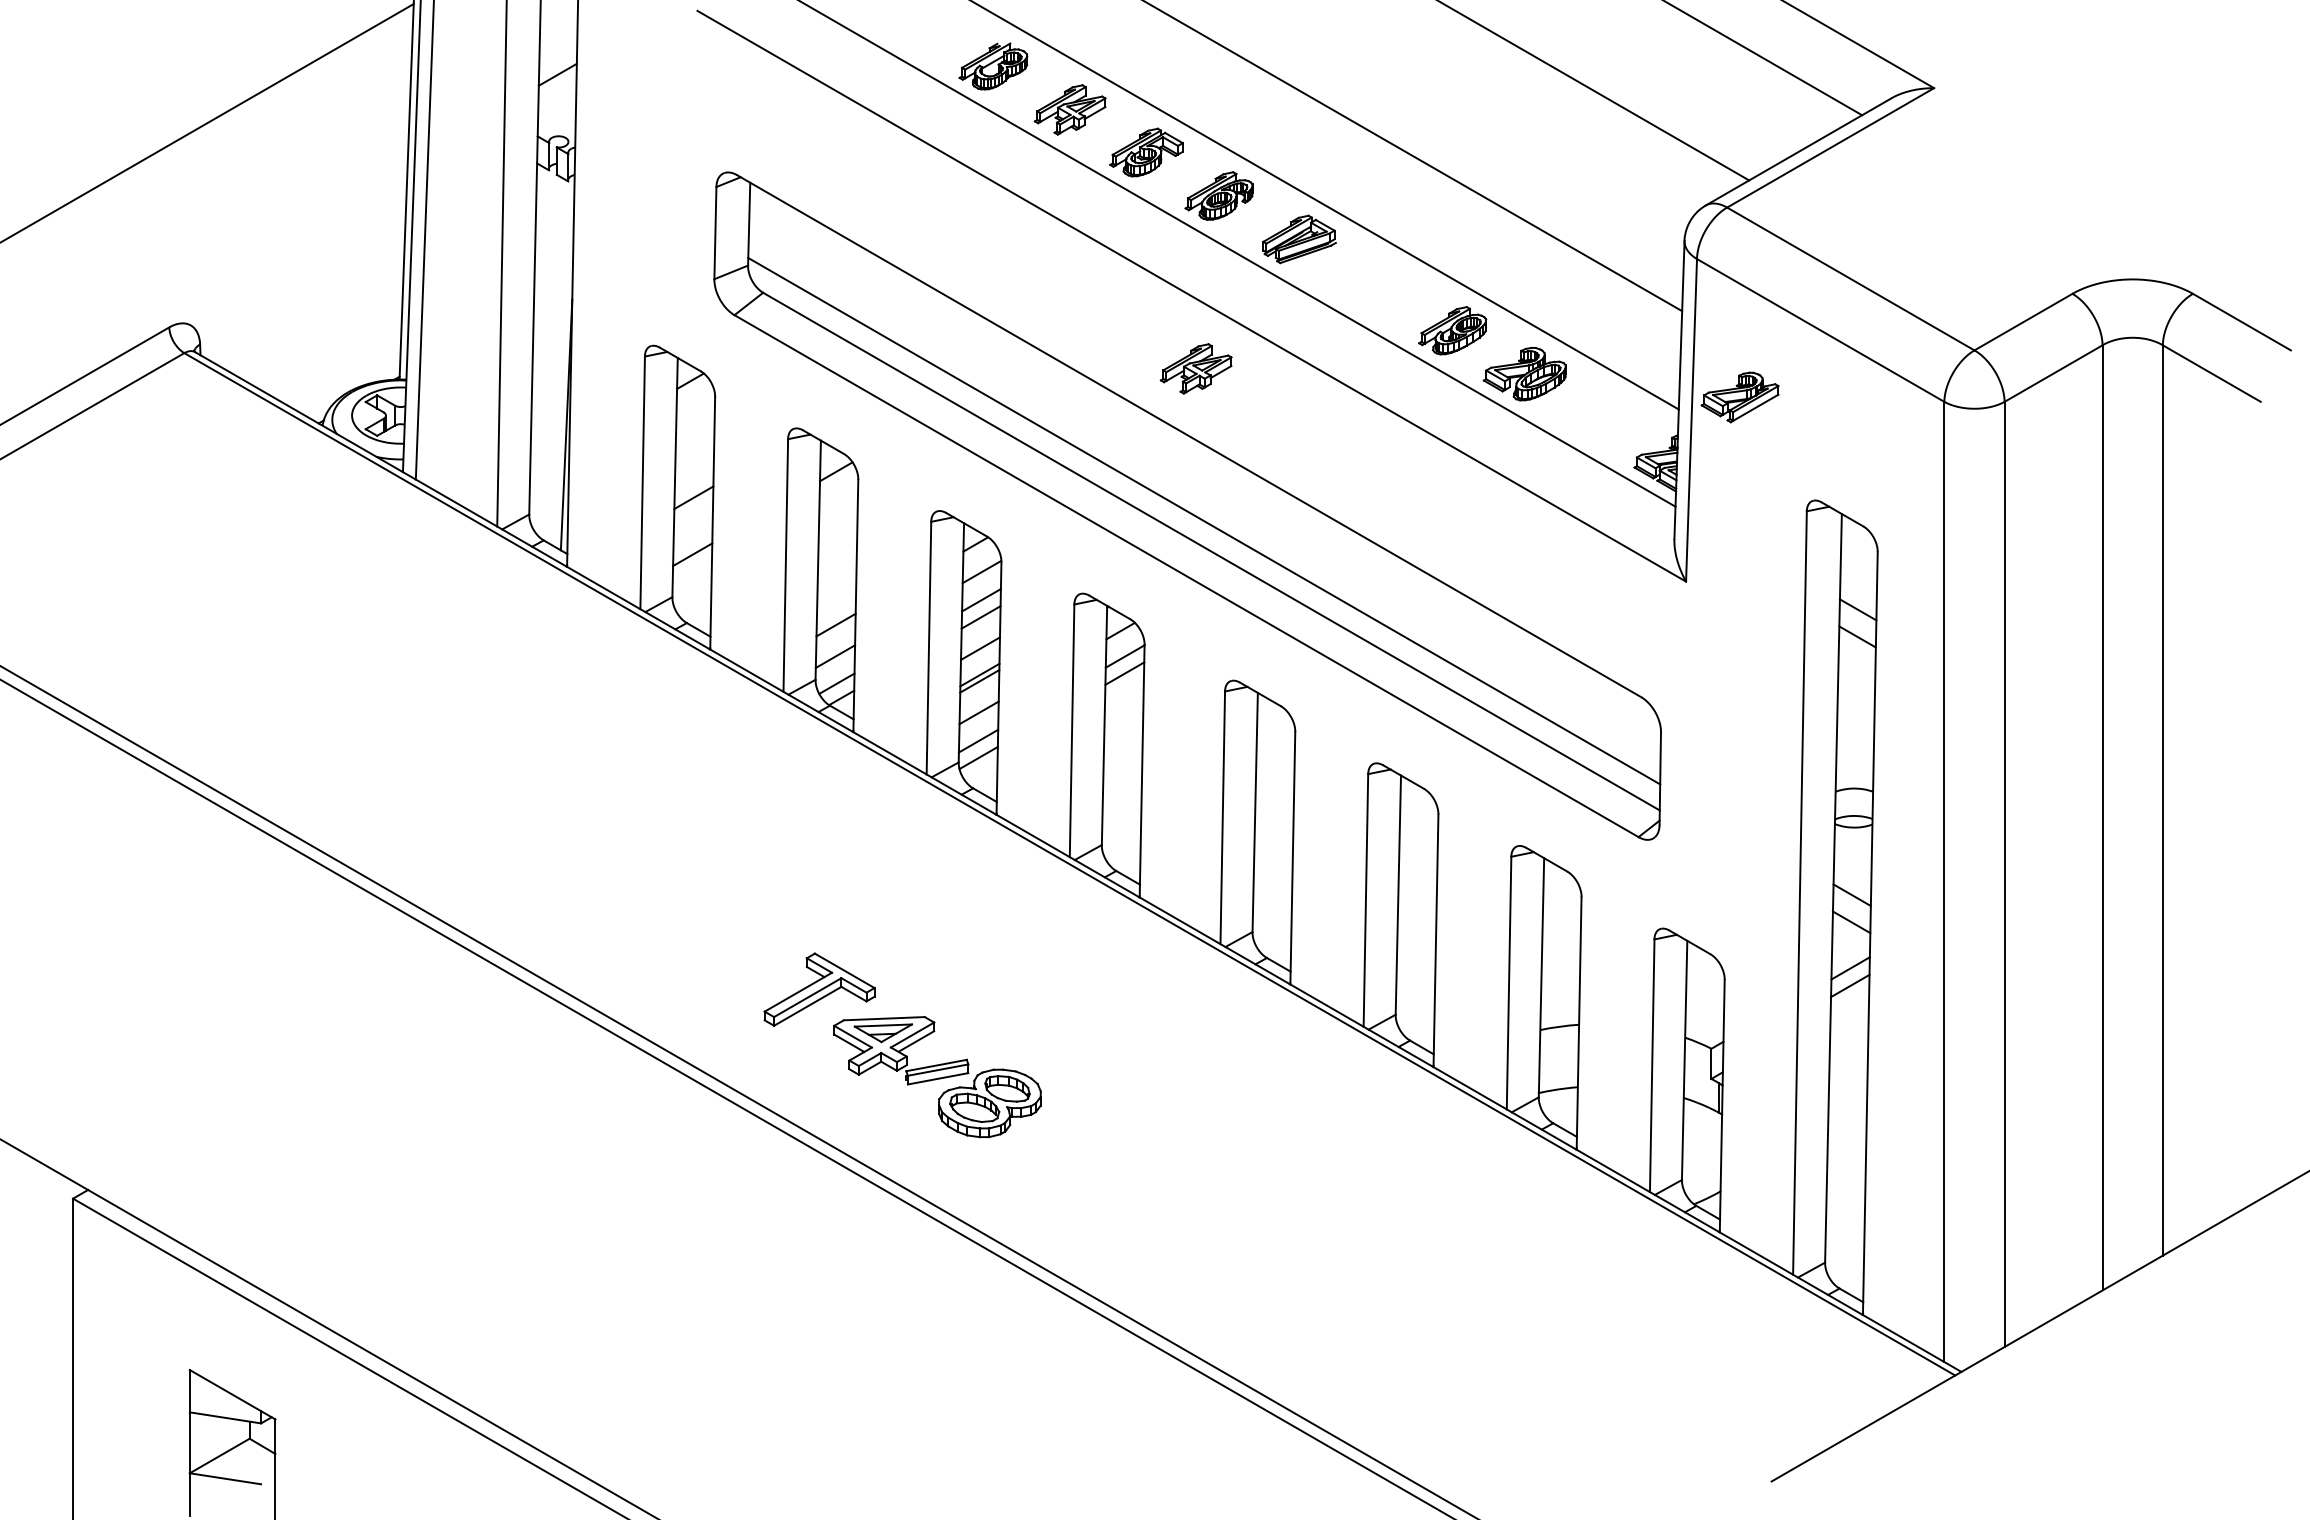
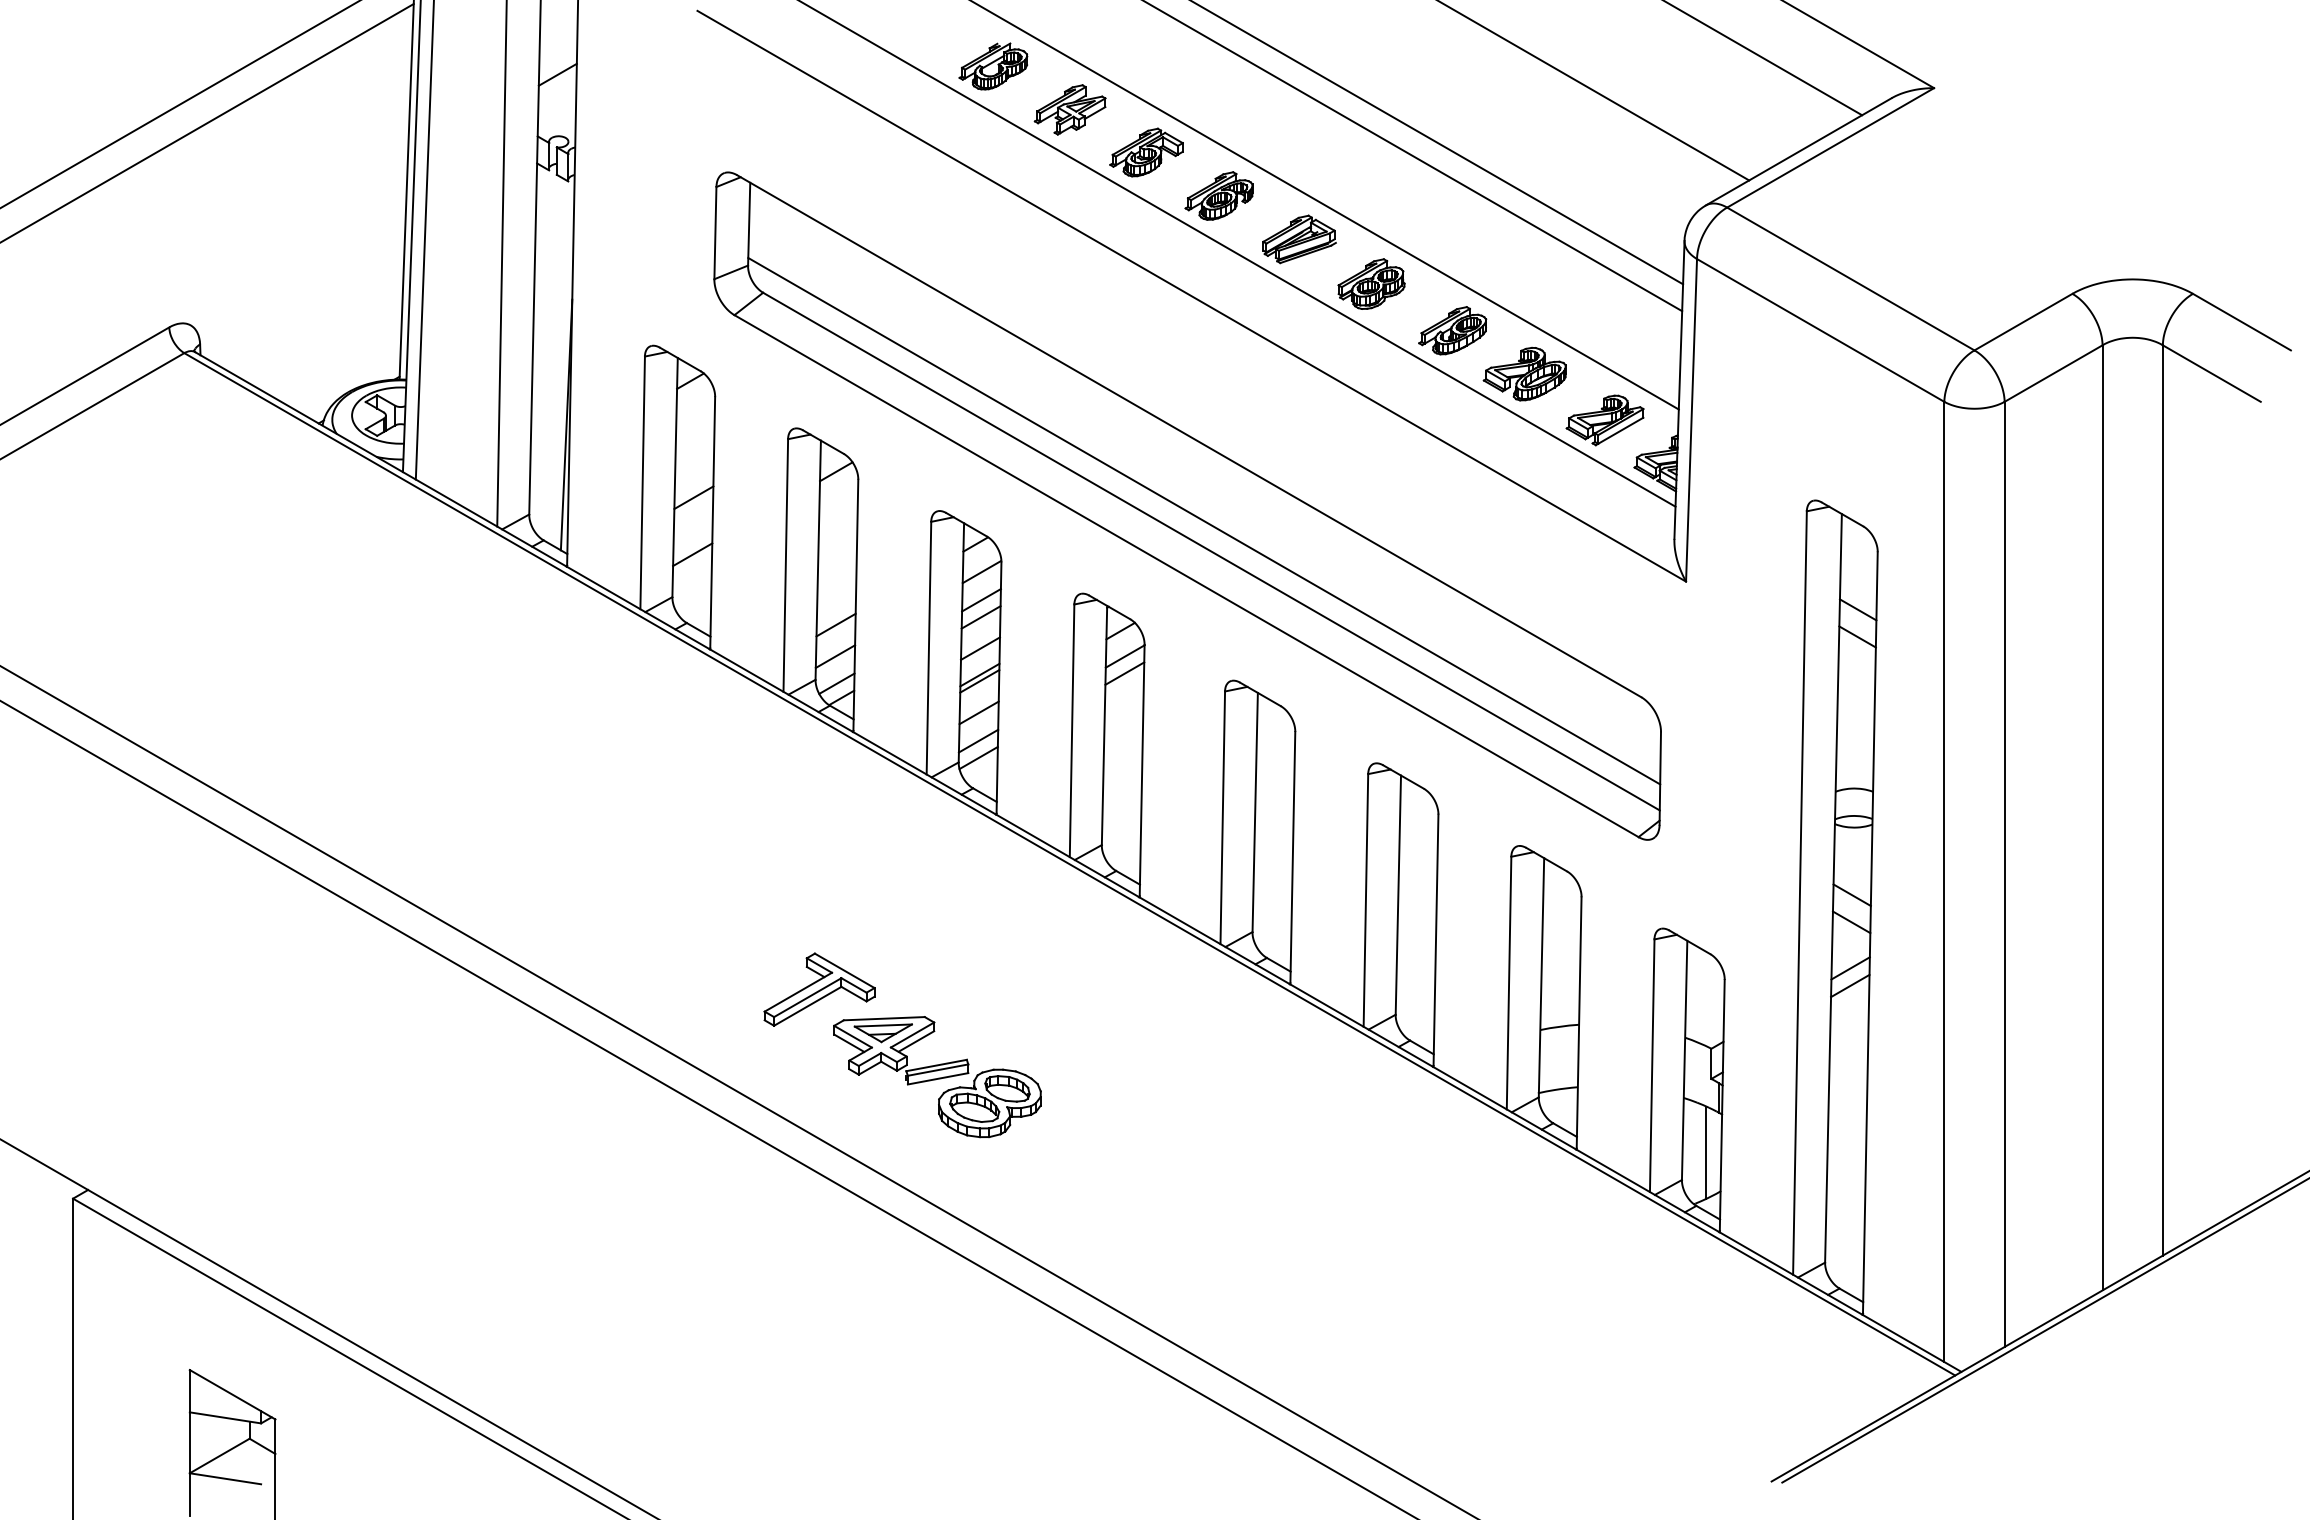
line at (179, 104): none -> present
line at (1438, 143): none -> present
part at (1371, 283): none -> present
part at (1195, 368): present -> none
part at (1739, 397) position: (1739, 397) -> (1604, 420)
line at (726, 1098) position: (726, 1098) -> (707, 1108)
line at (1705, 1152): none -> present
line at (2044, 1331): none -> present
